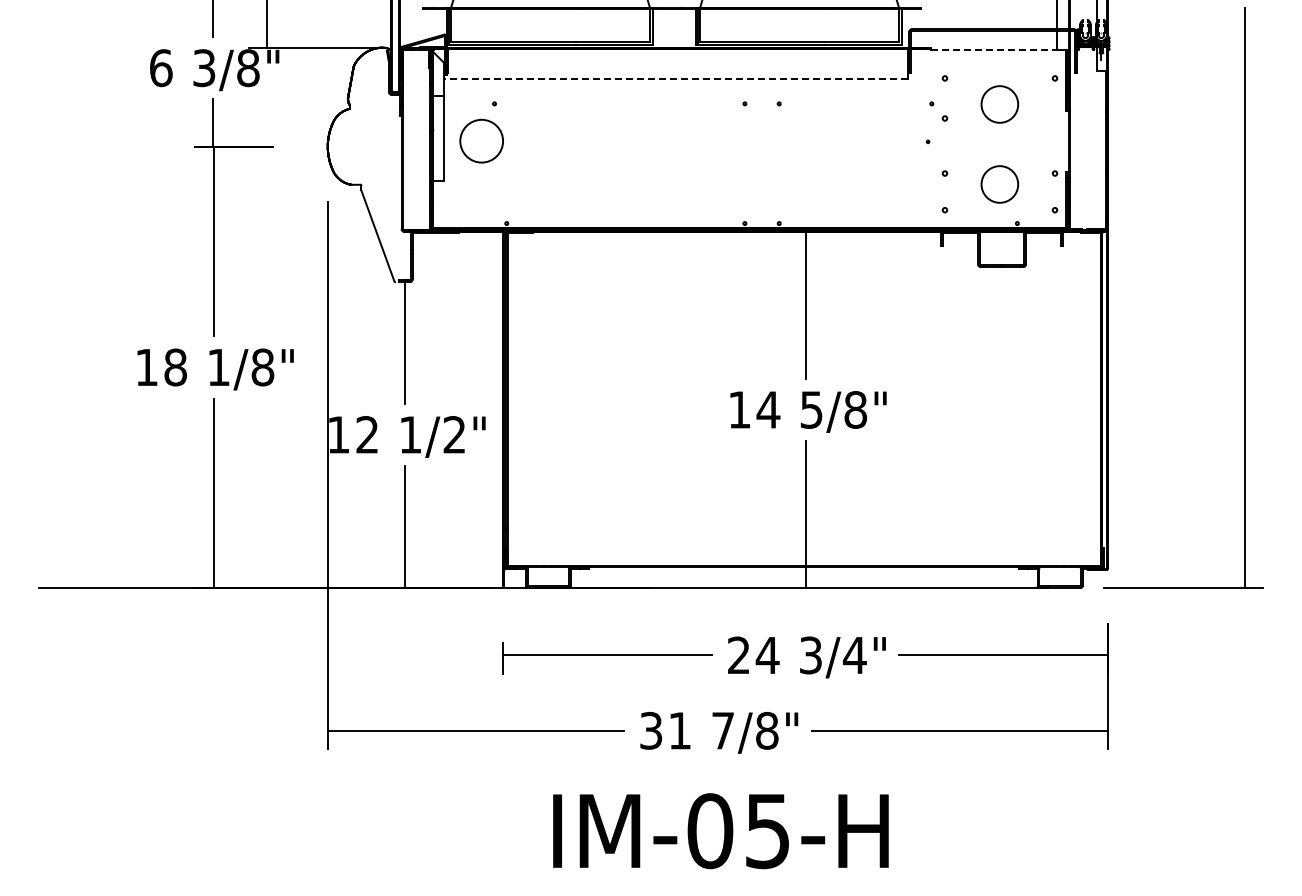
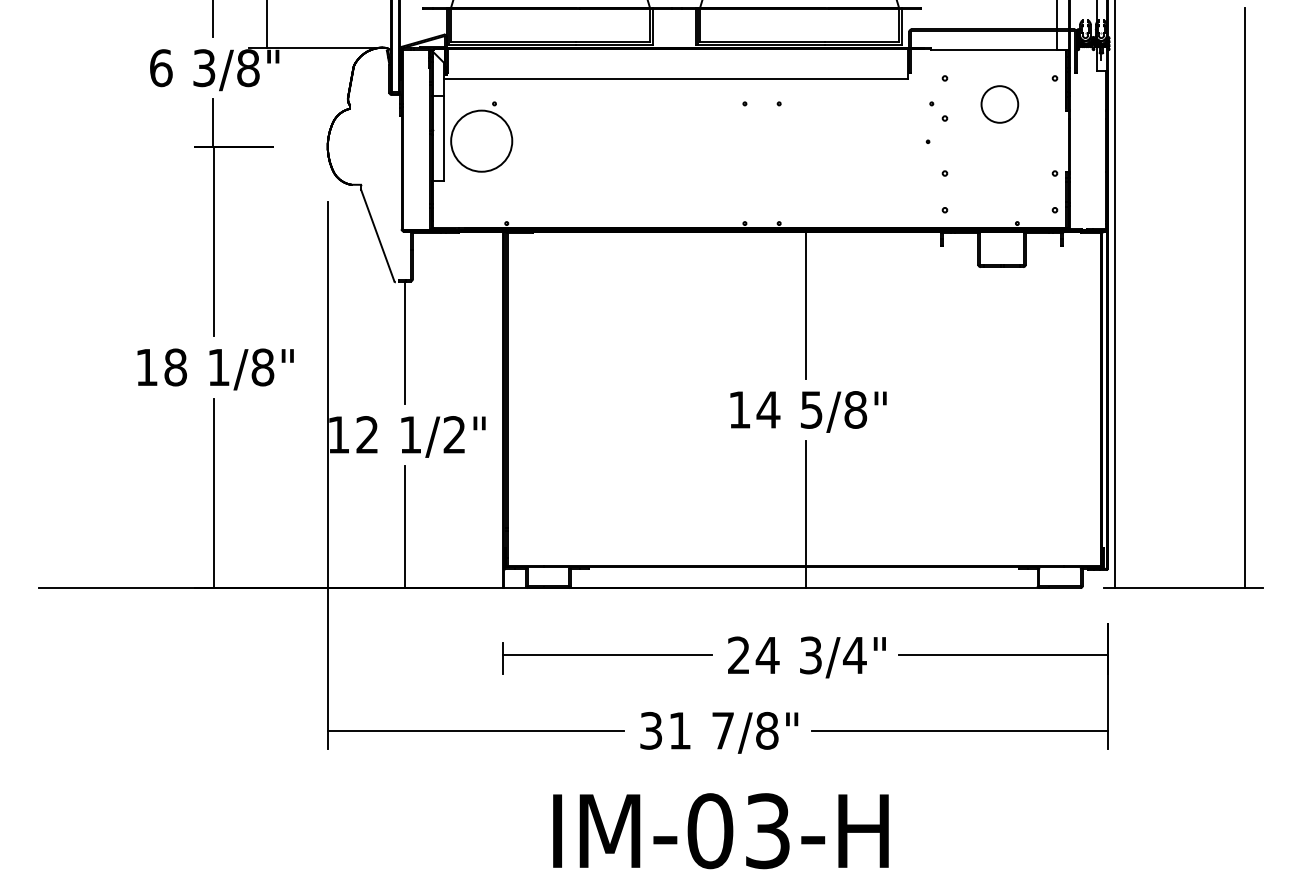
line at (998, 50): dashed -> solid
line at (675, 79): dashed -> solid
circle at (481, 140) diameter: 43 px -> 61 px
circle at (999, 184): present -> none
line at (1114, 295): none -> present
text at (767, 830): IM-05-H -> IM-03-H
